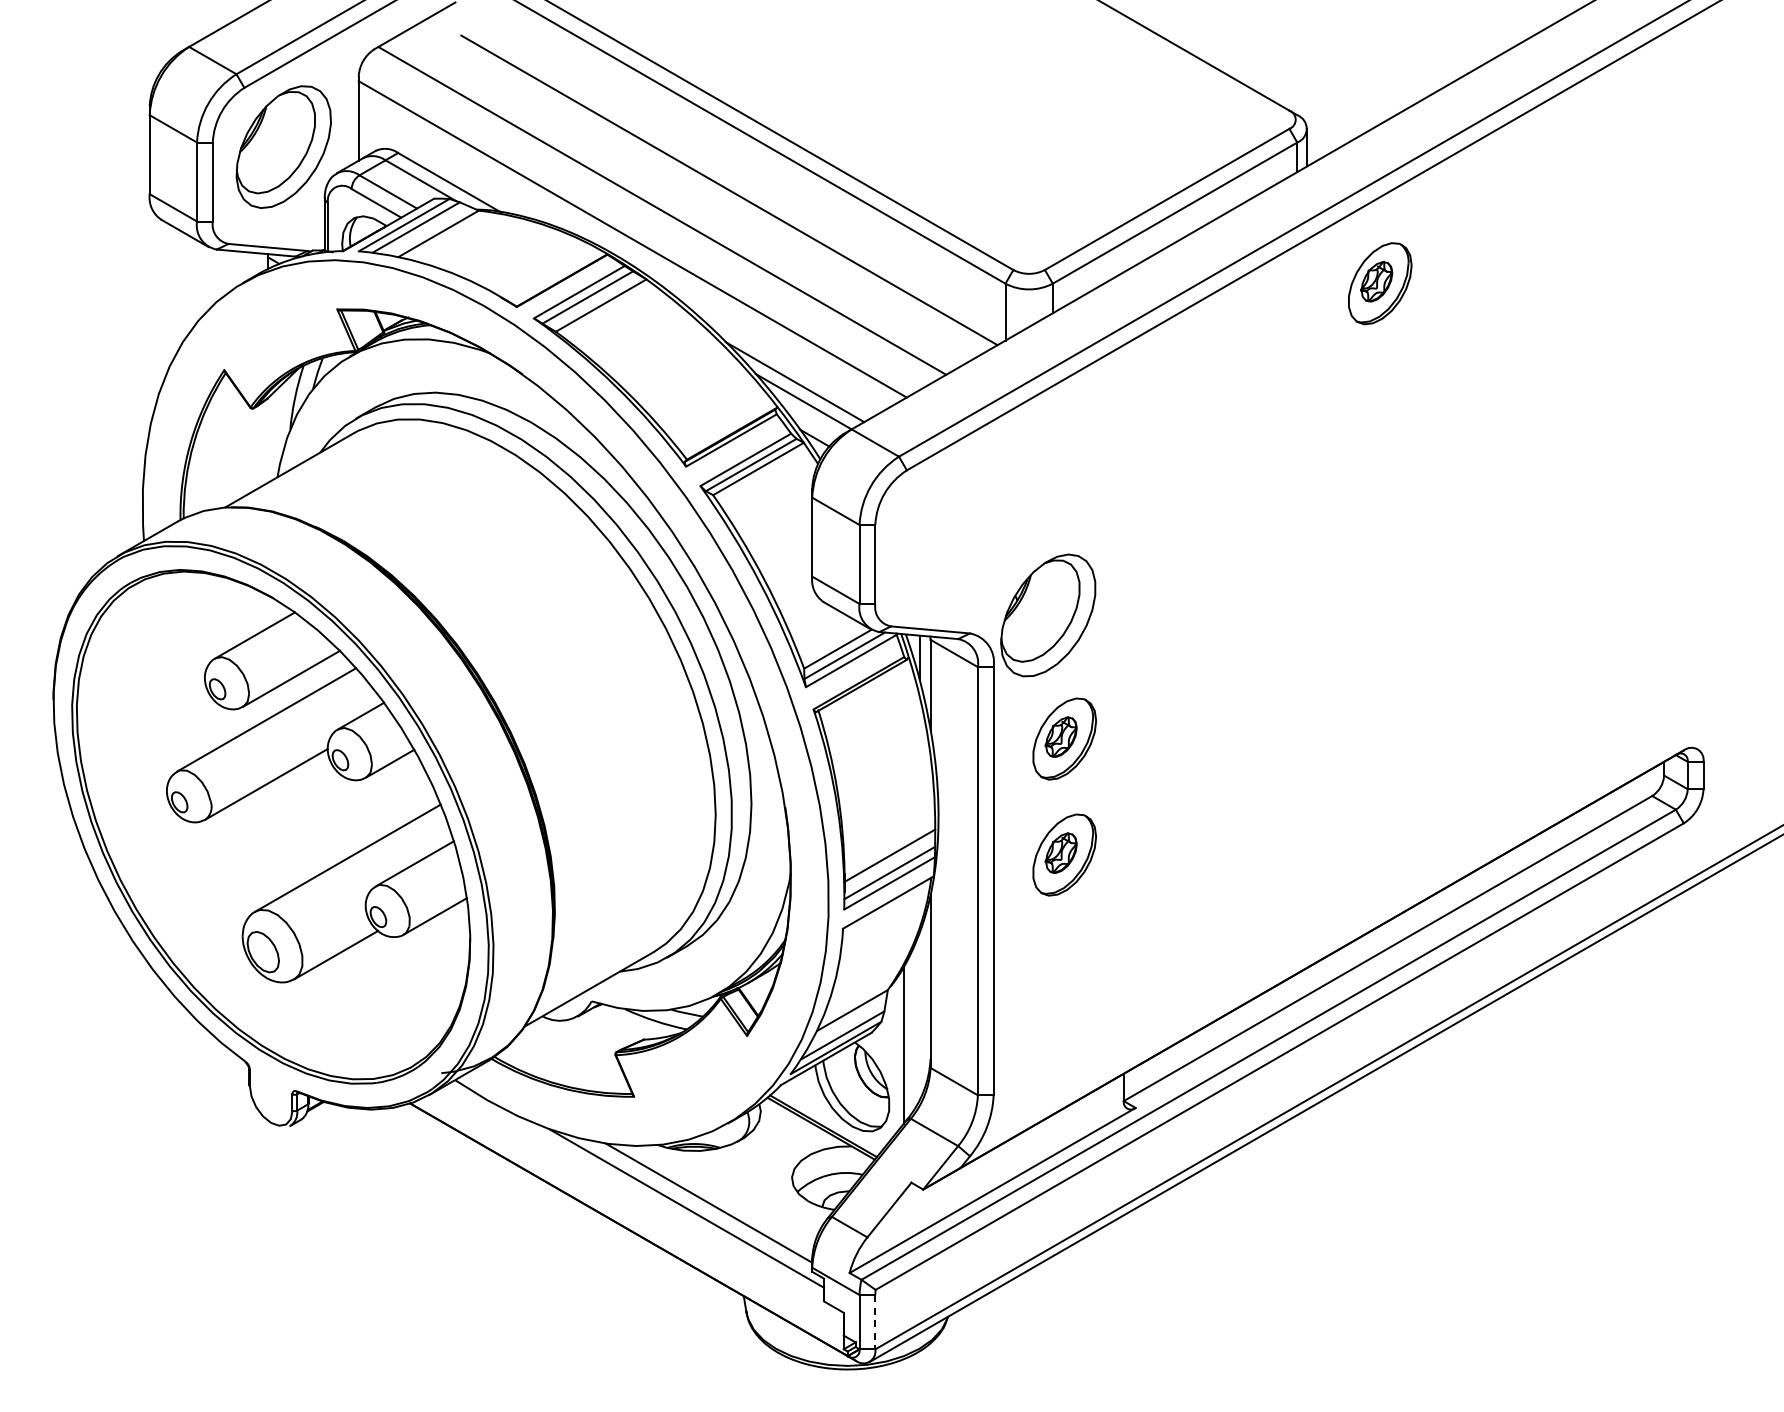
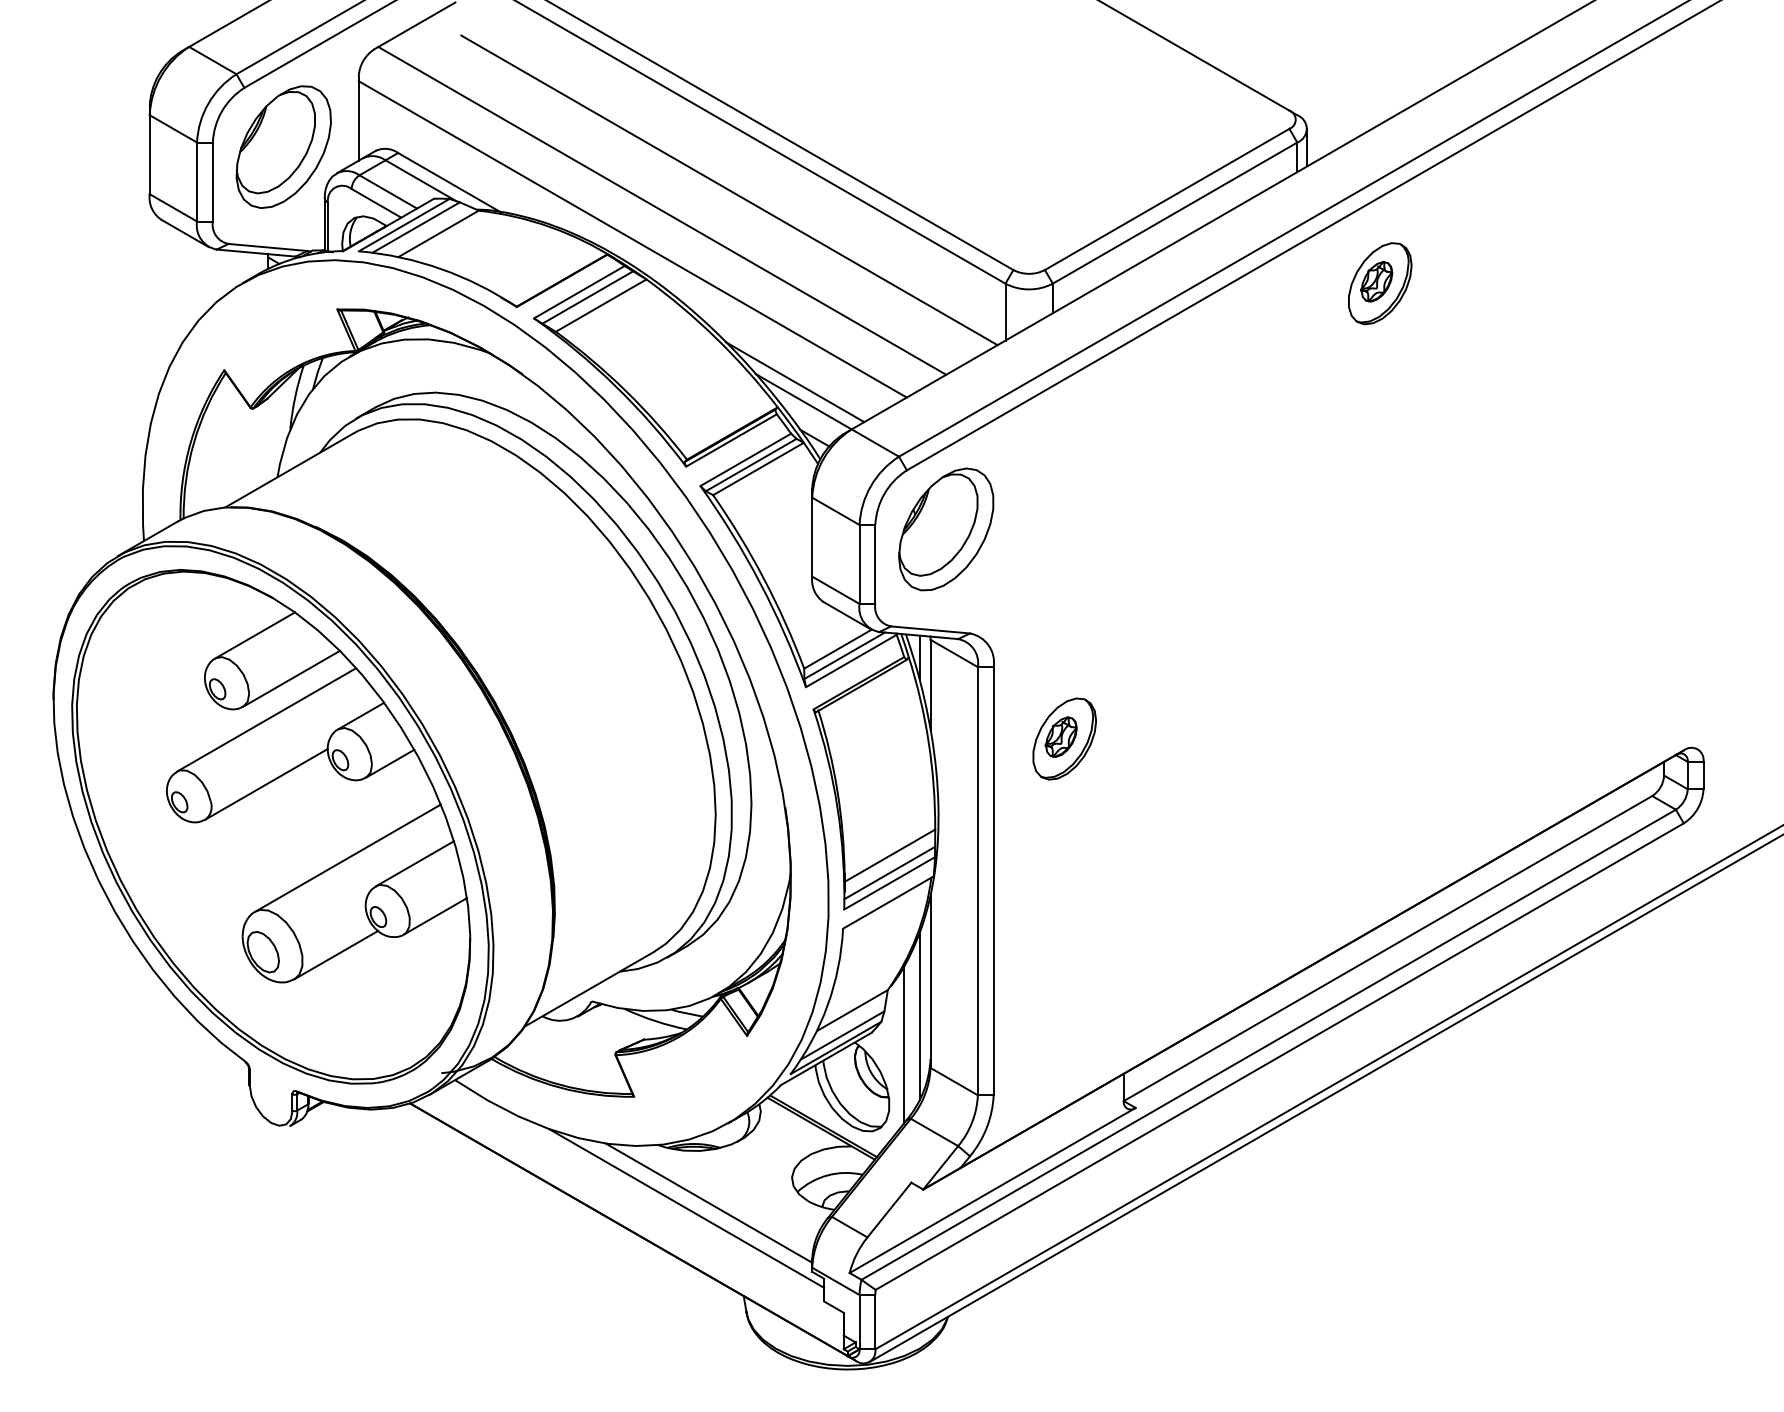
part at (1048, 615) position: (1048, 615) -> (946, 529)
part at (1064, 854): present -> none
line at (919, 1016): none -> present
line at (875, 1322): dashed -> solid
